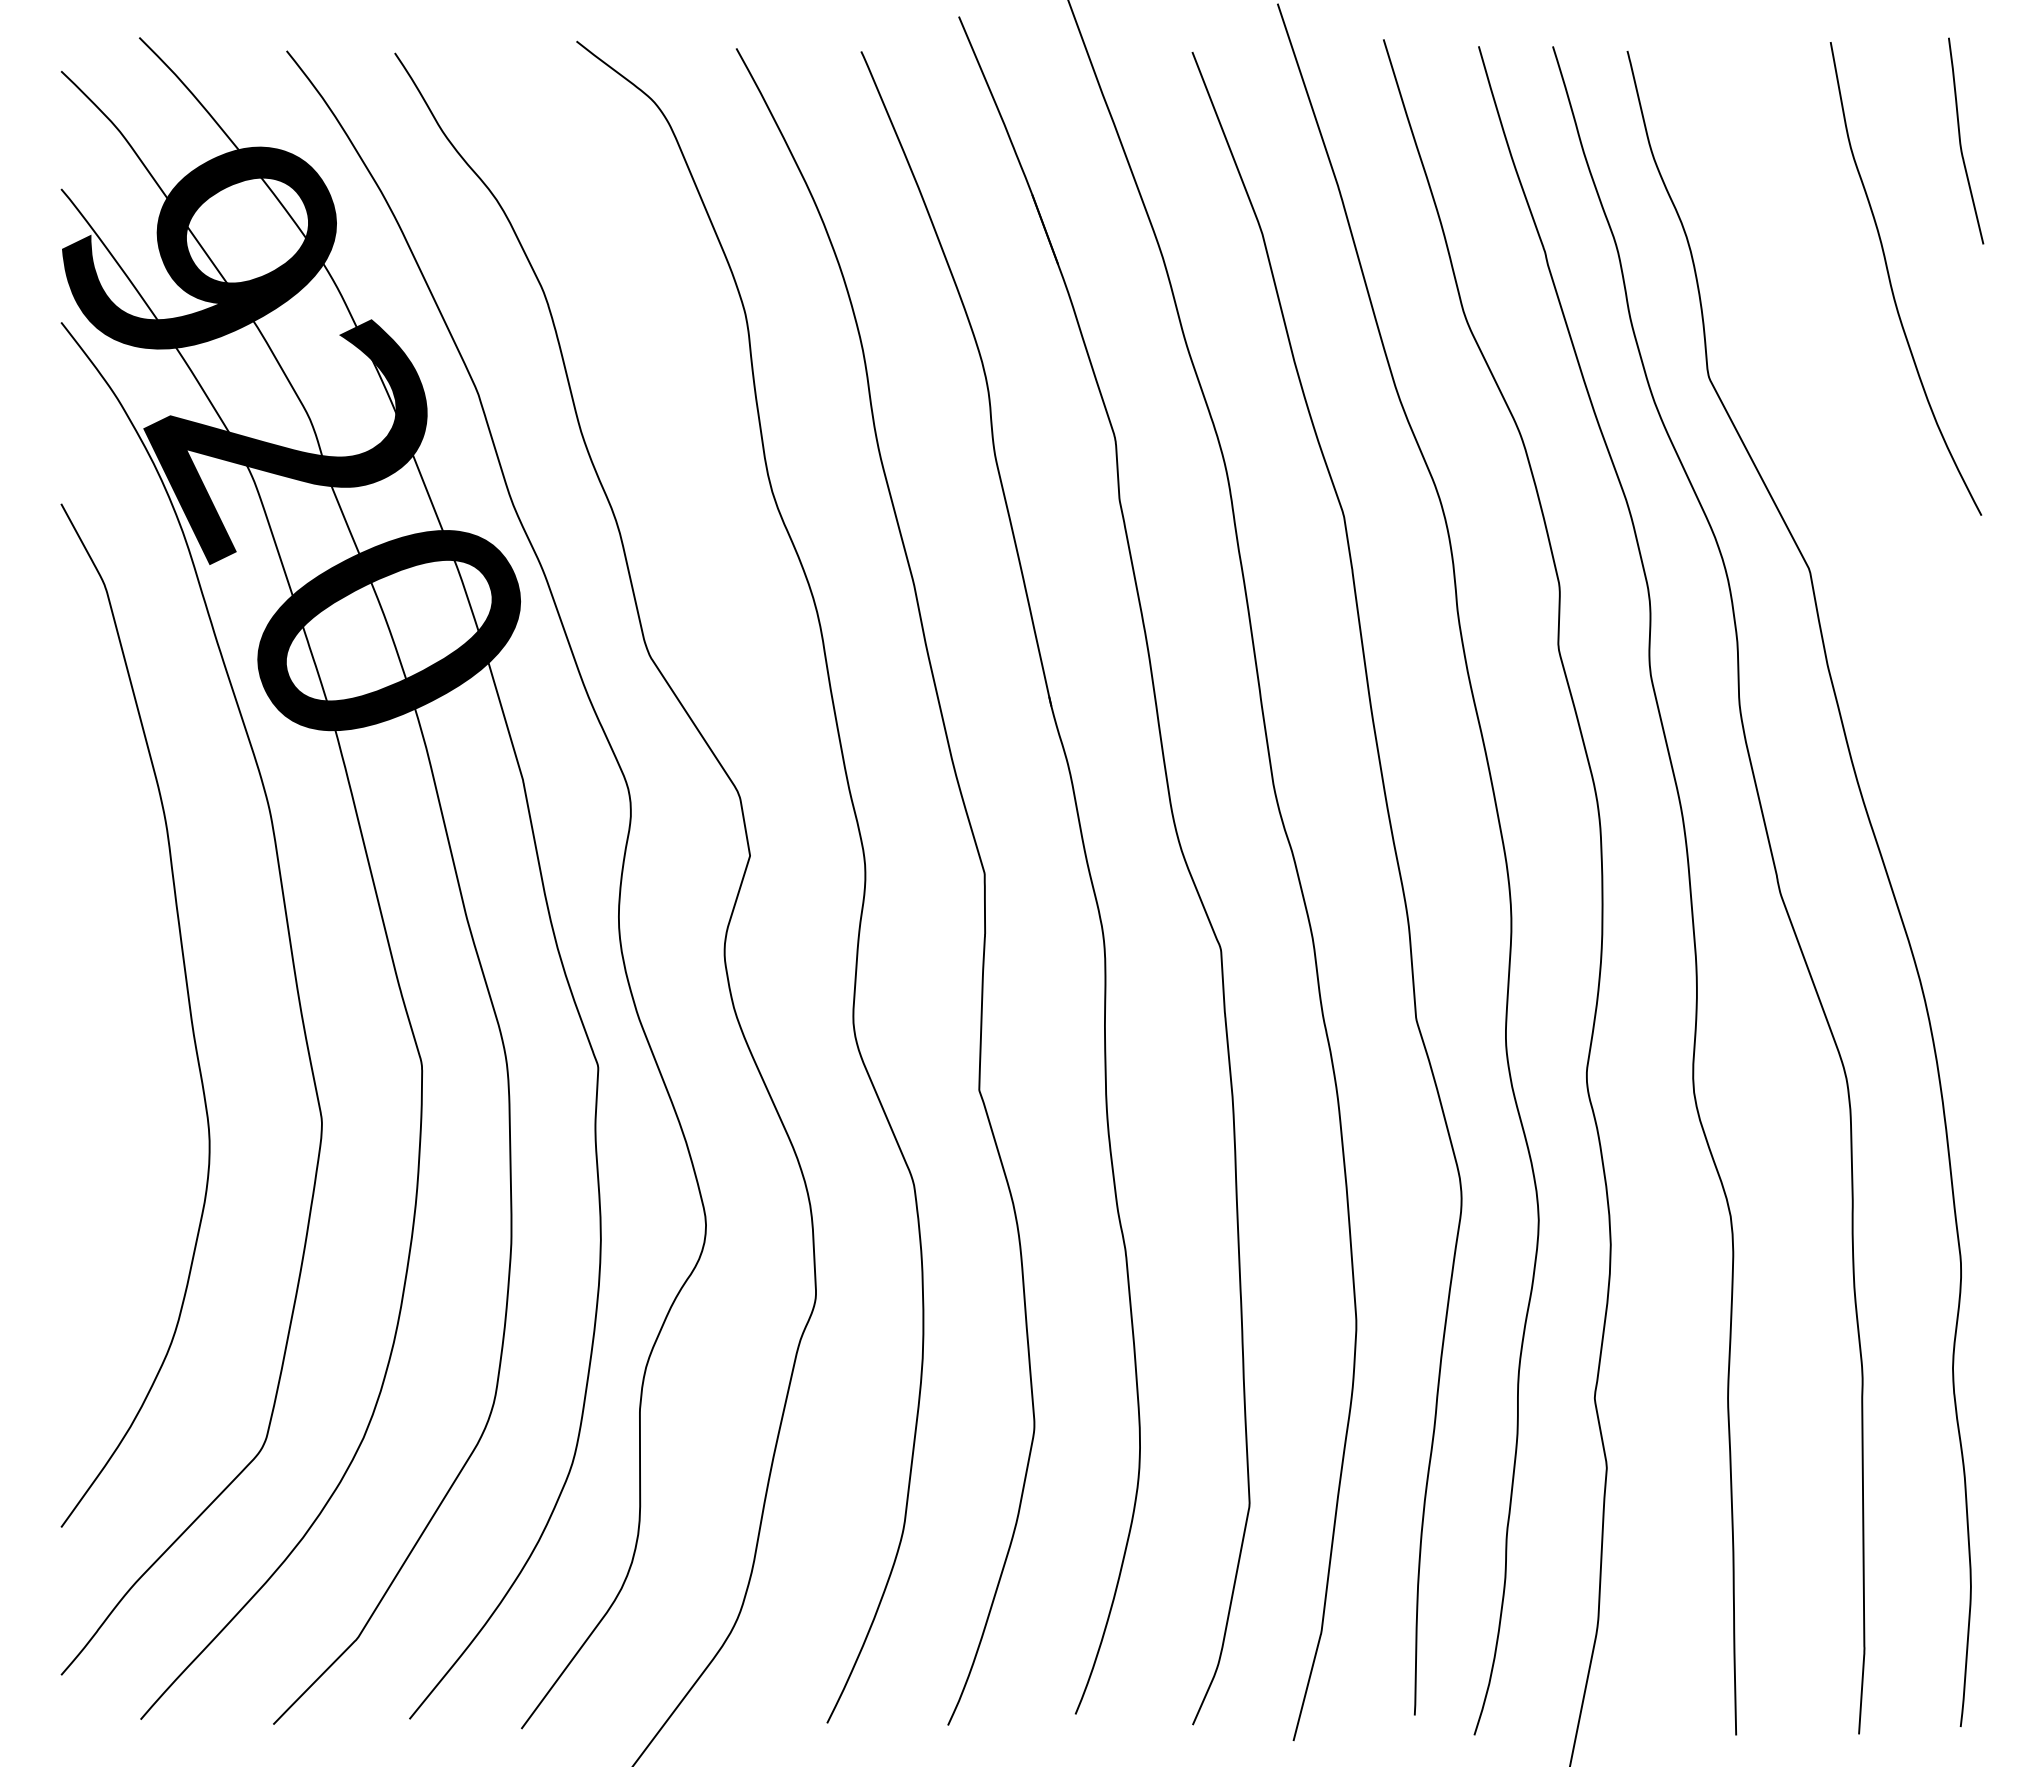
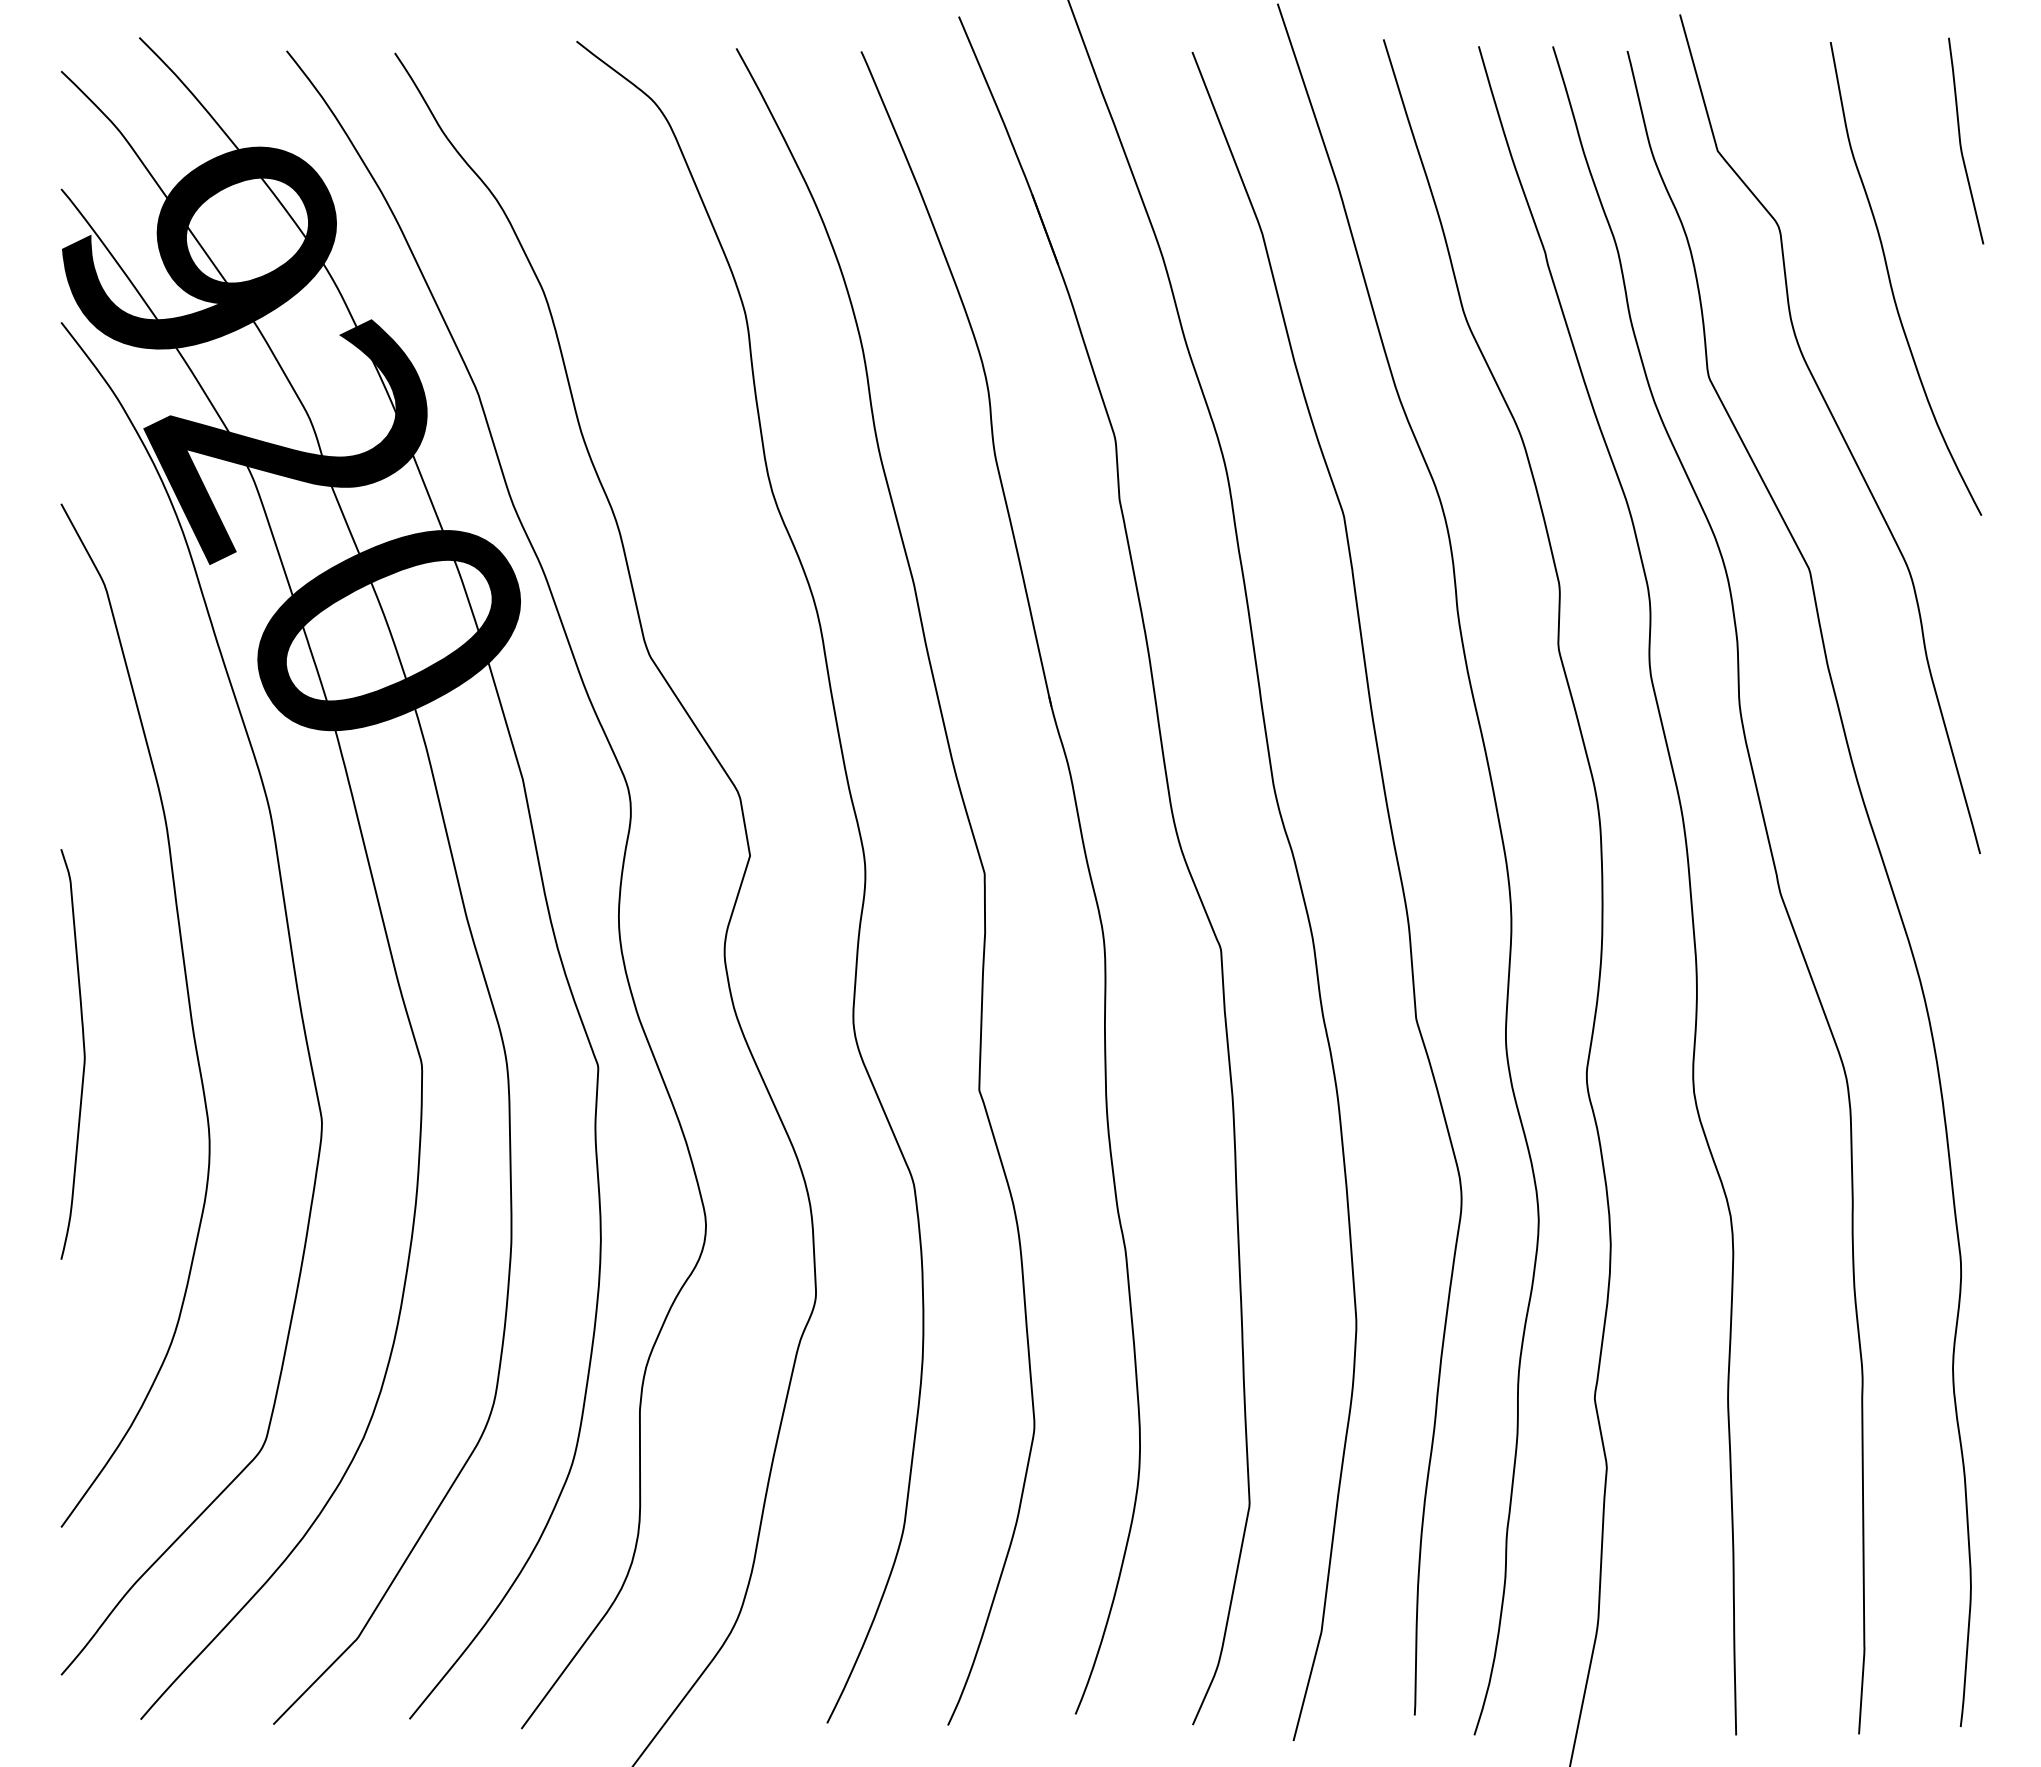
curve at (1838, 430): none -> present
curve at (83, 1054): none -> present
